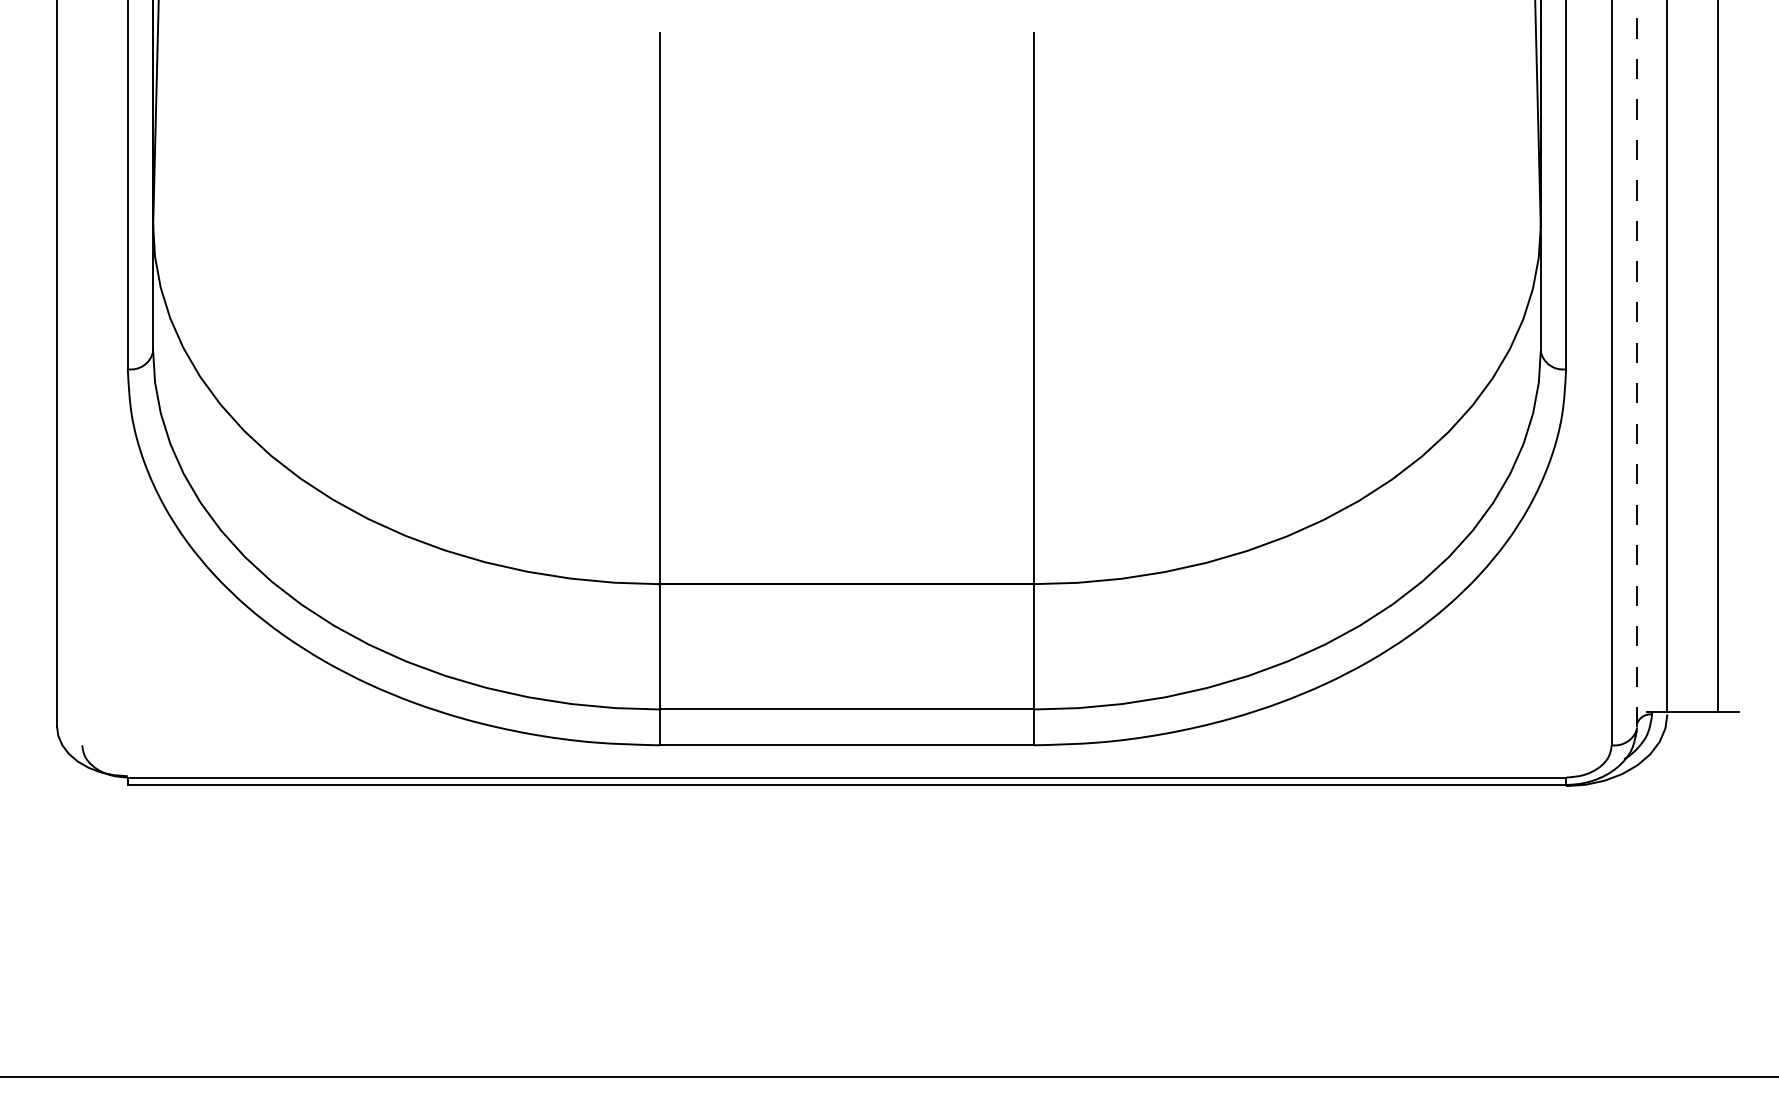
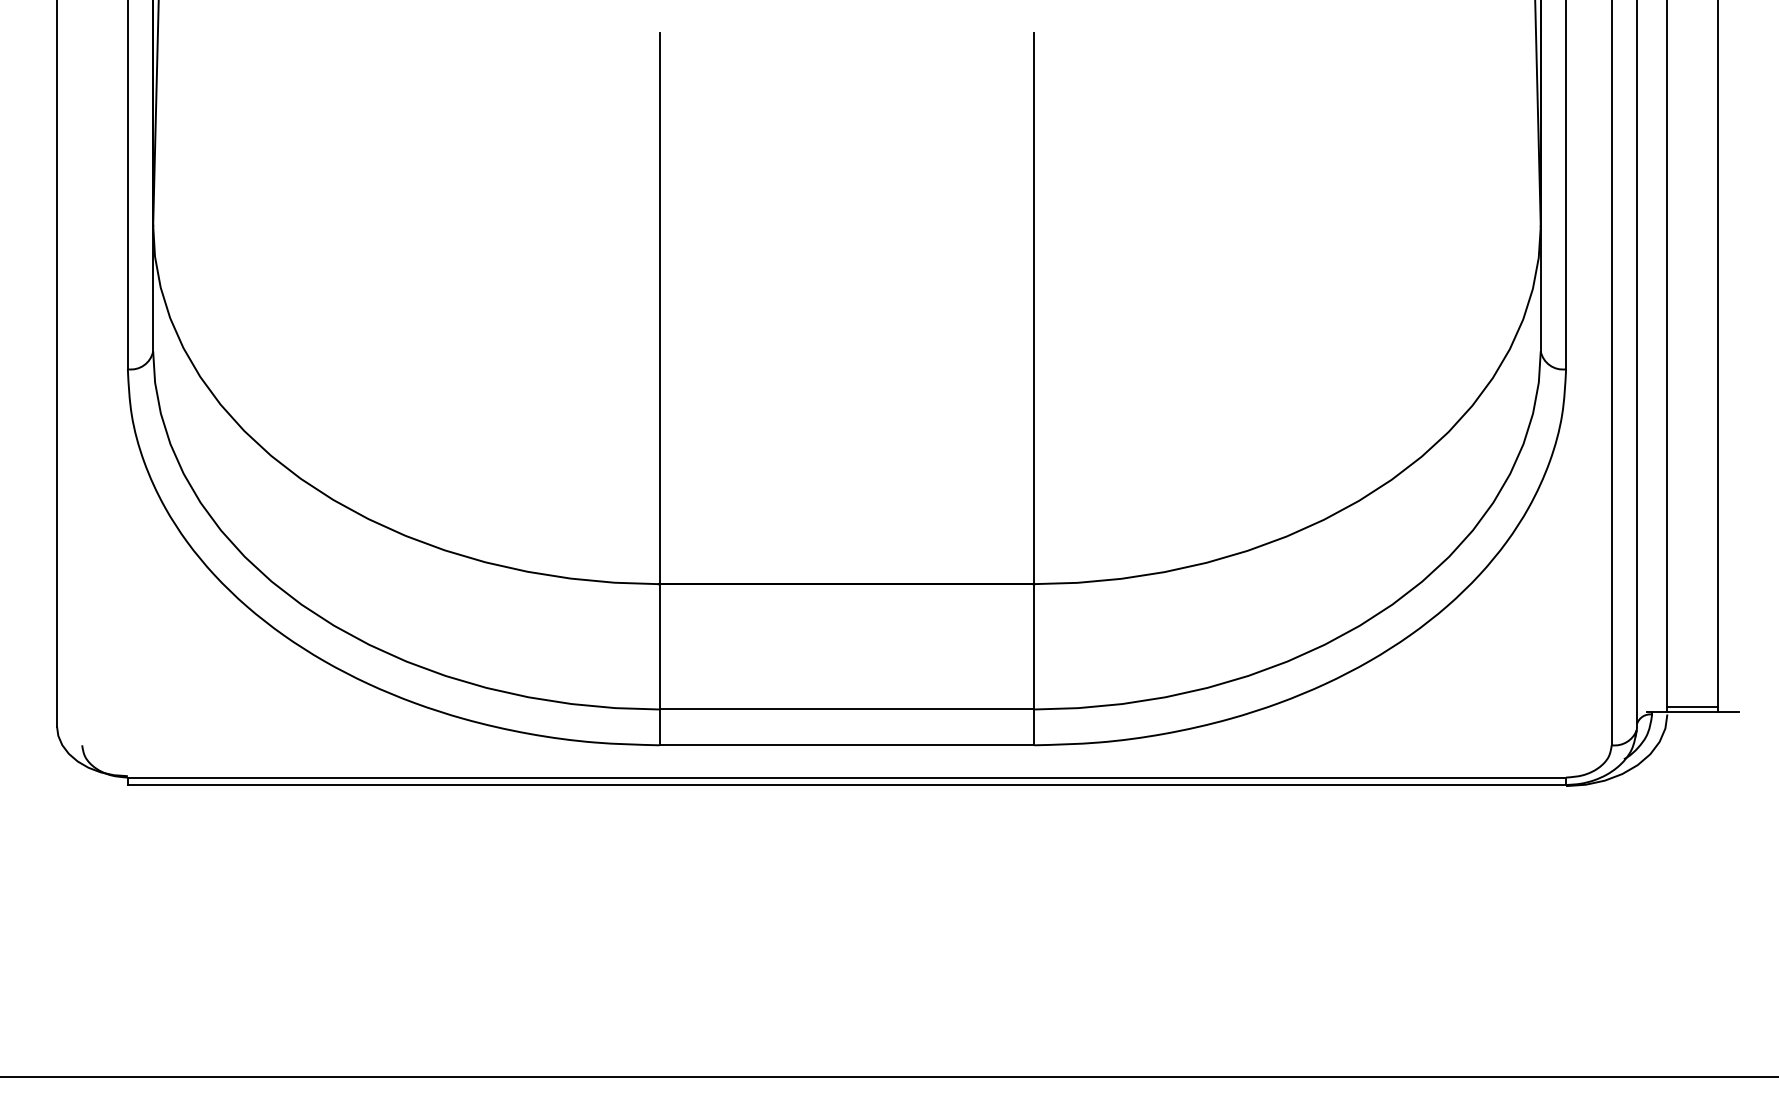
line at (1637, 363): dashed -> solid
line at (1692, 706): none -> present
